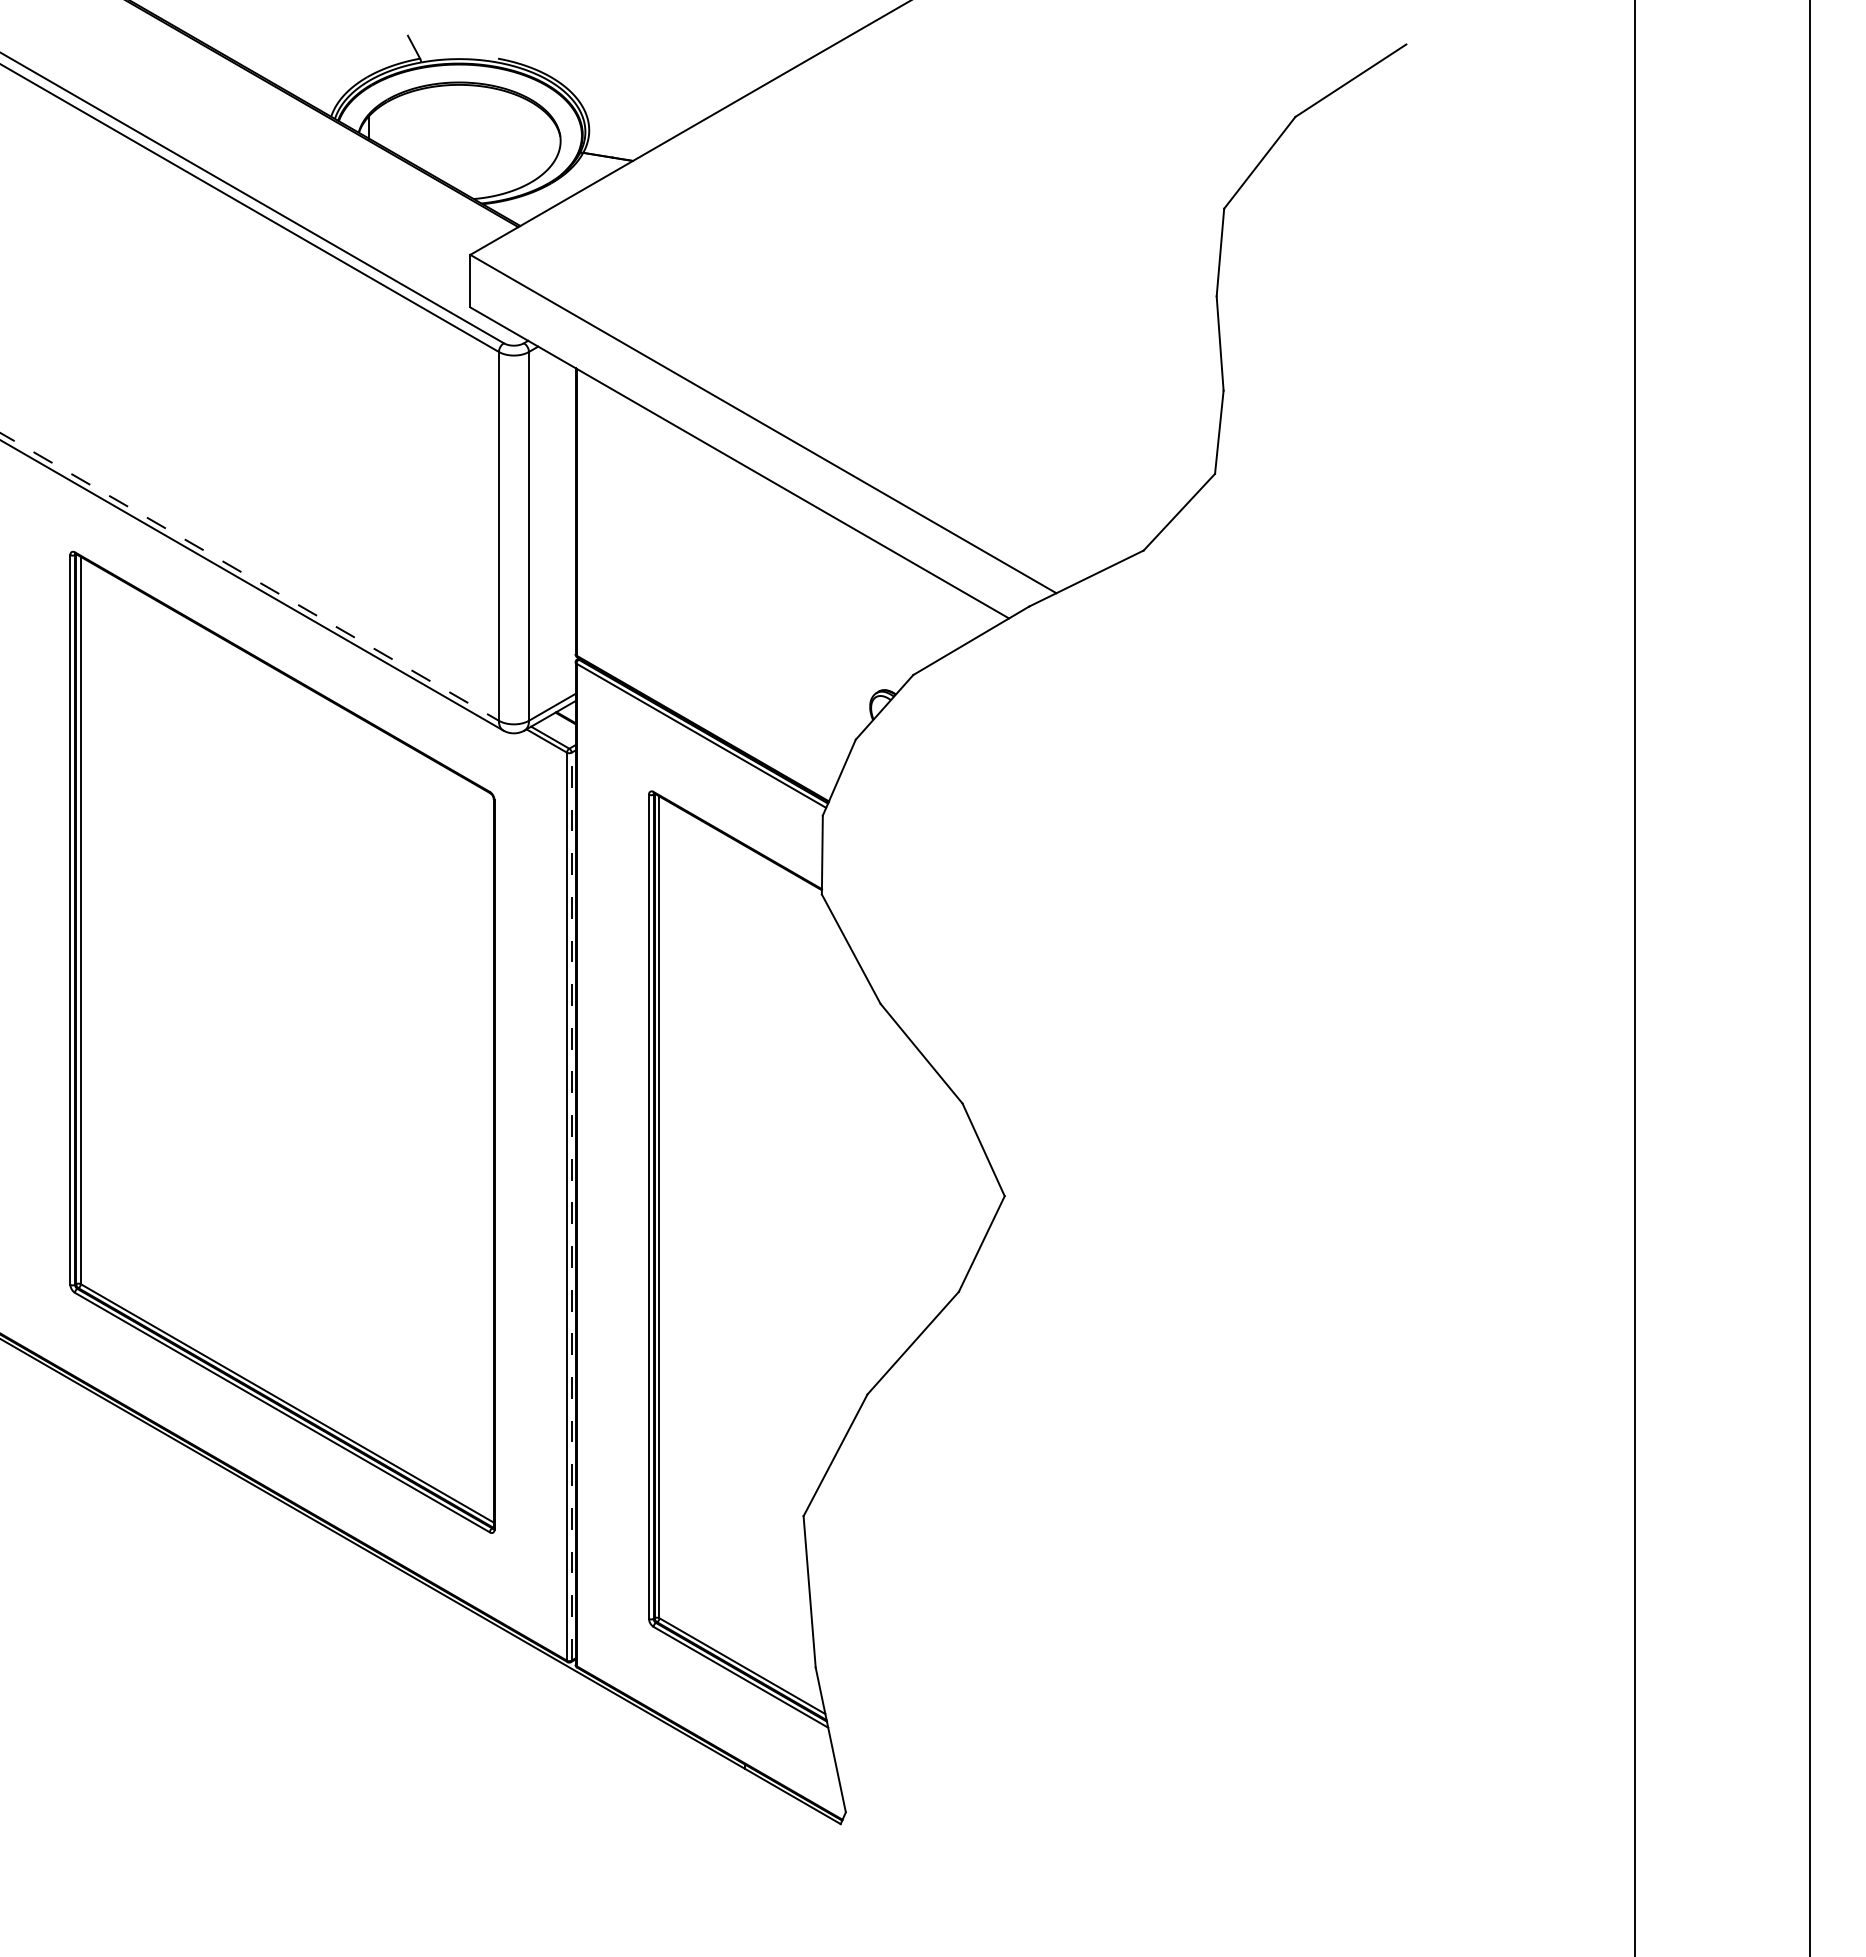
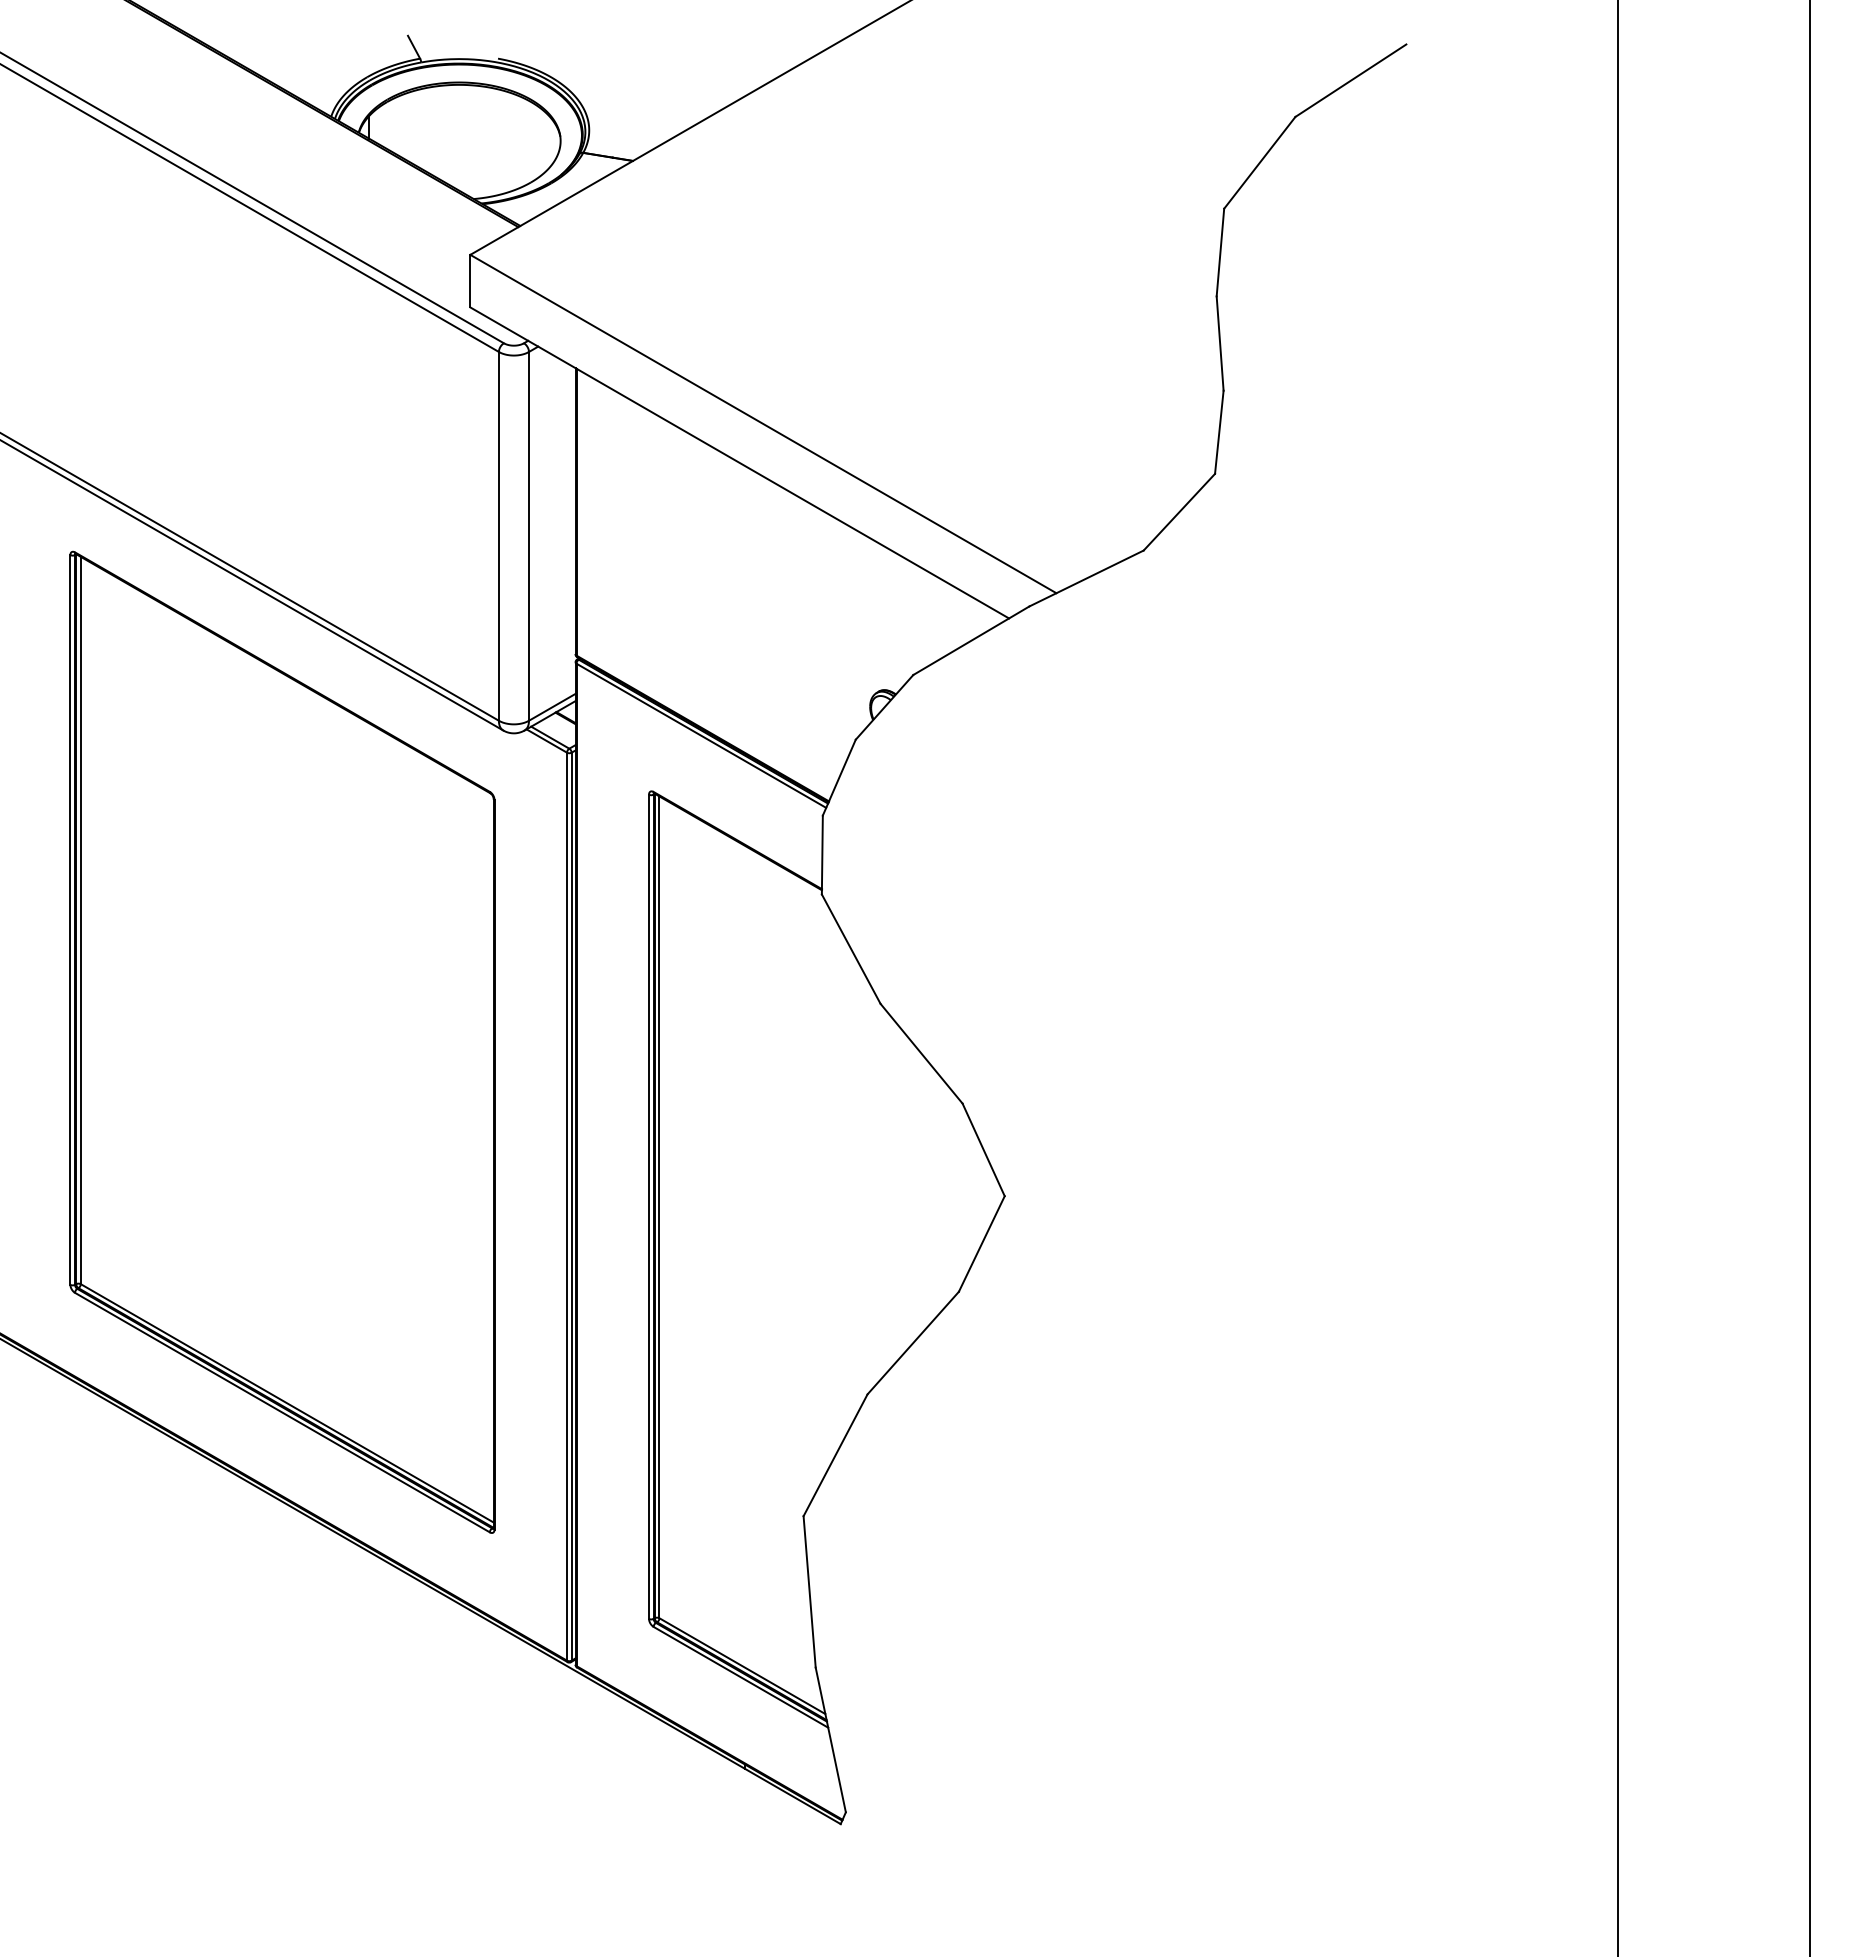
line at (249, 576): dashed -> solid
line at (1635, 977) position: (1635, 977) -> (1618, 977)
line at (571, 1206): dashed -> solid
